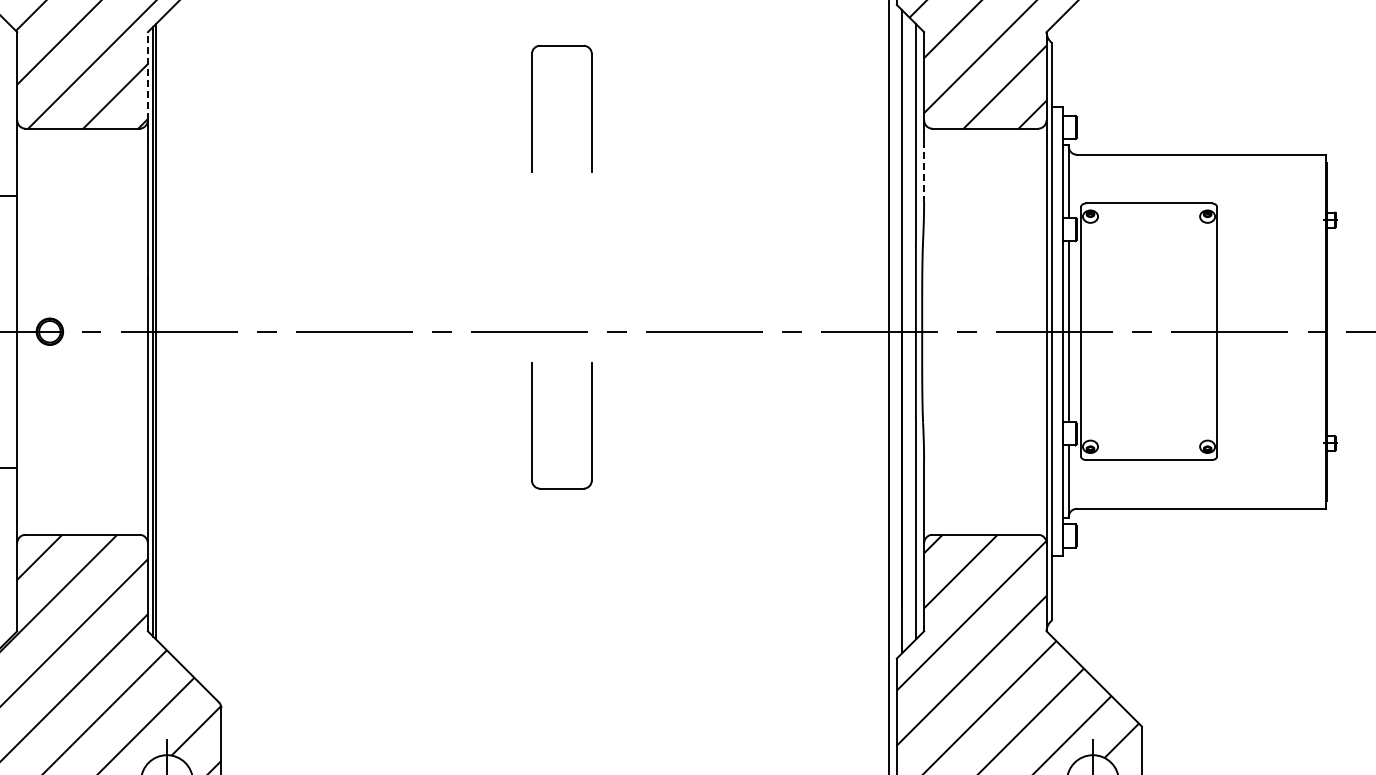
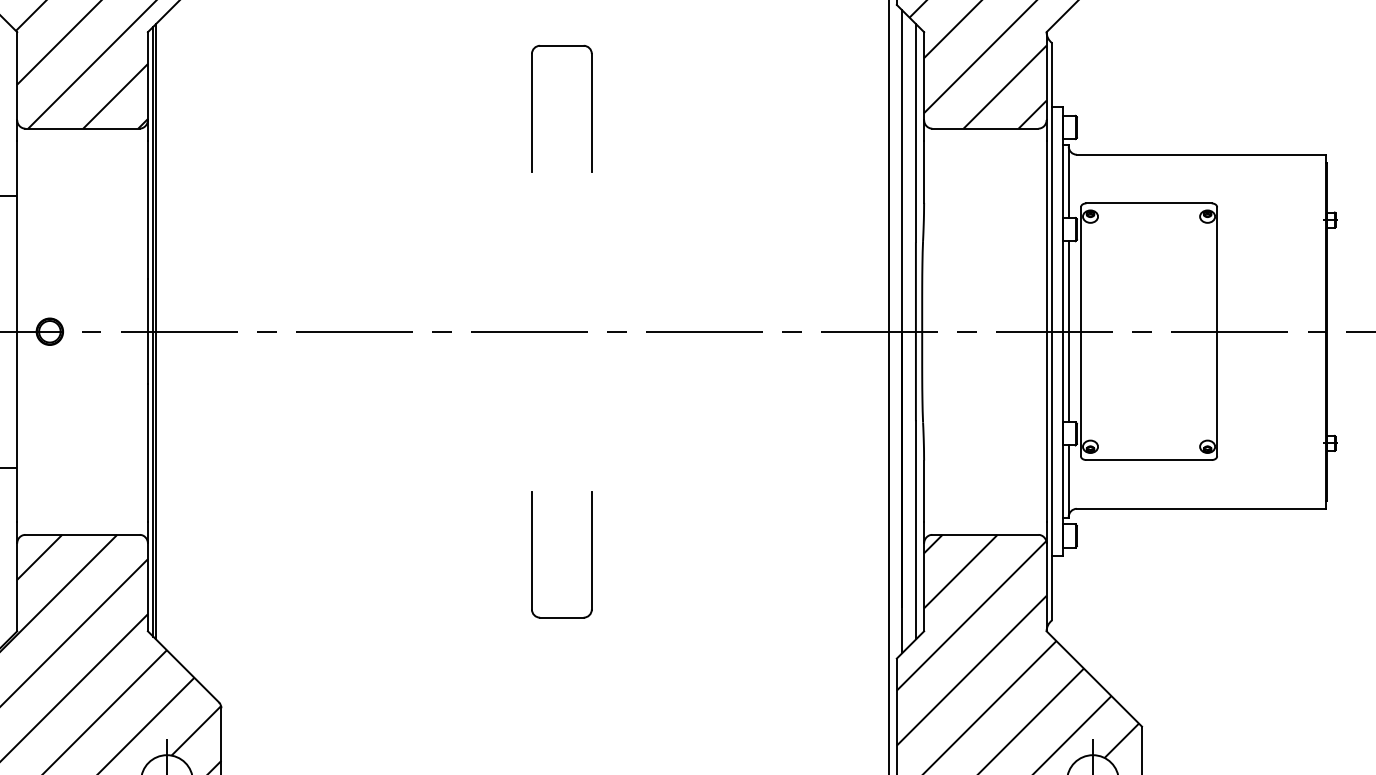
line at (147, 76): dashed -> solid
line at (924, 171): dashed -> solid
part at (532, 425) position: (532, 425) -> (532, 554)
